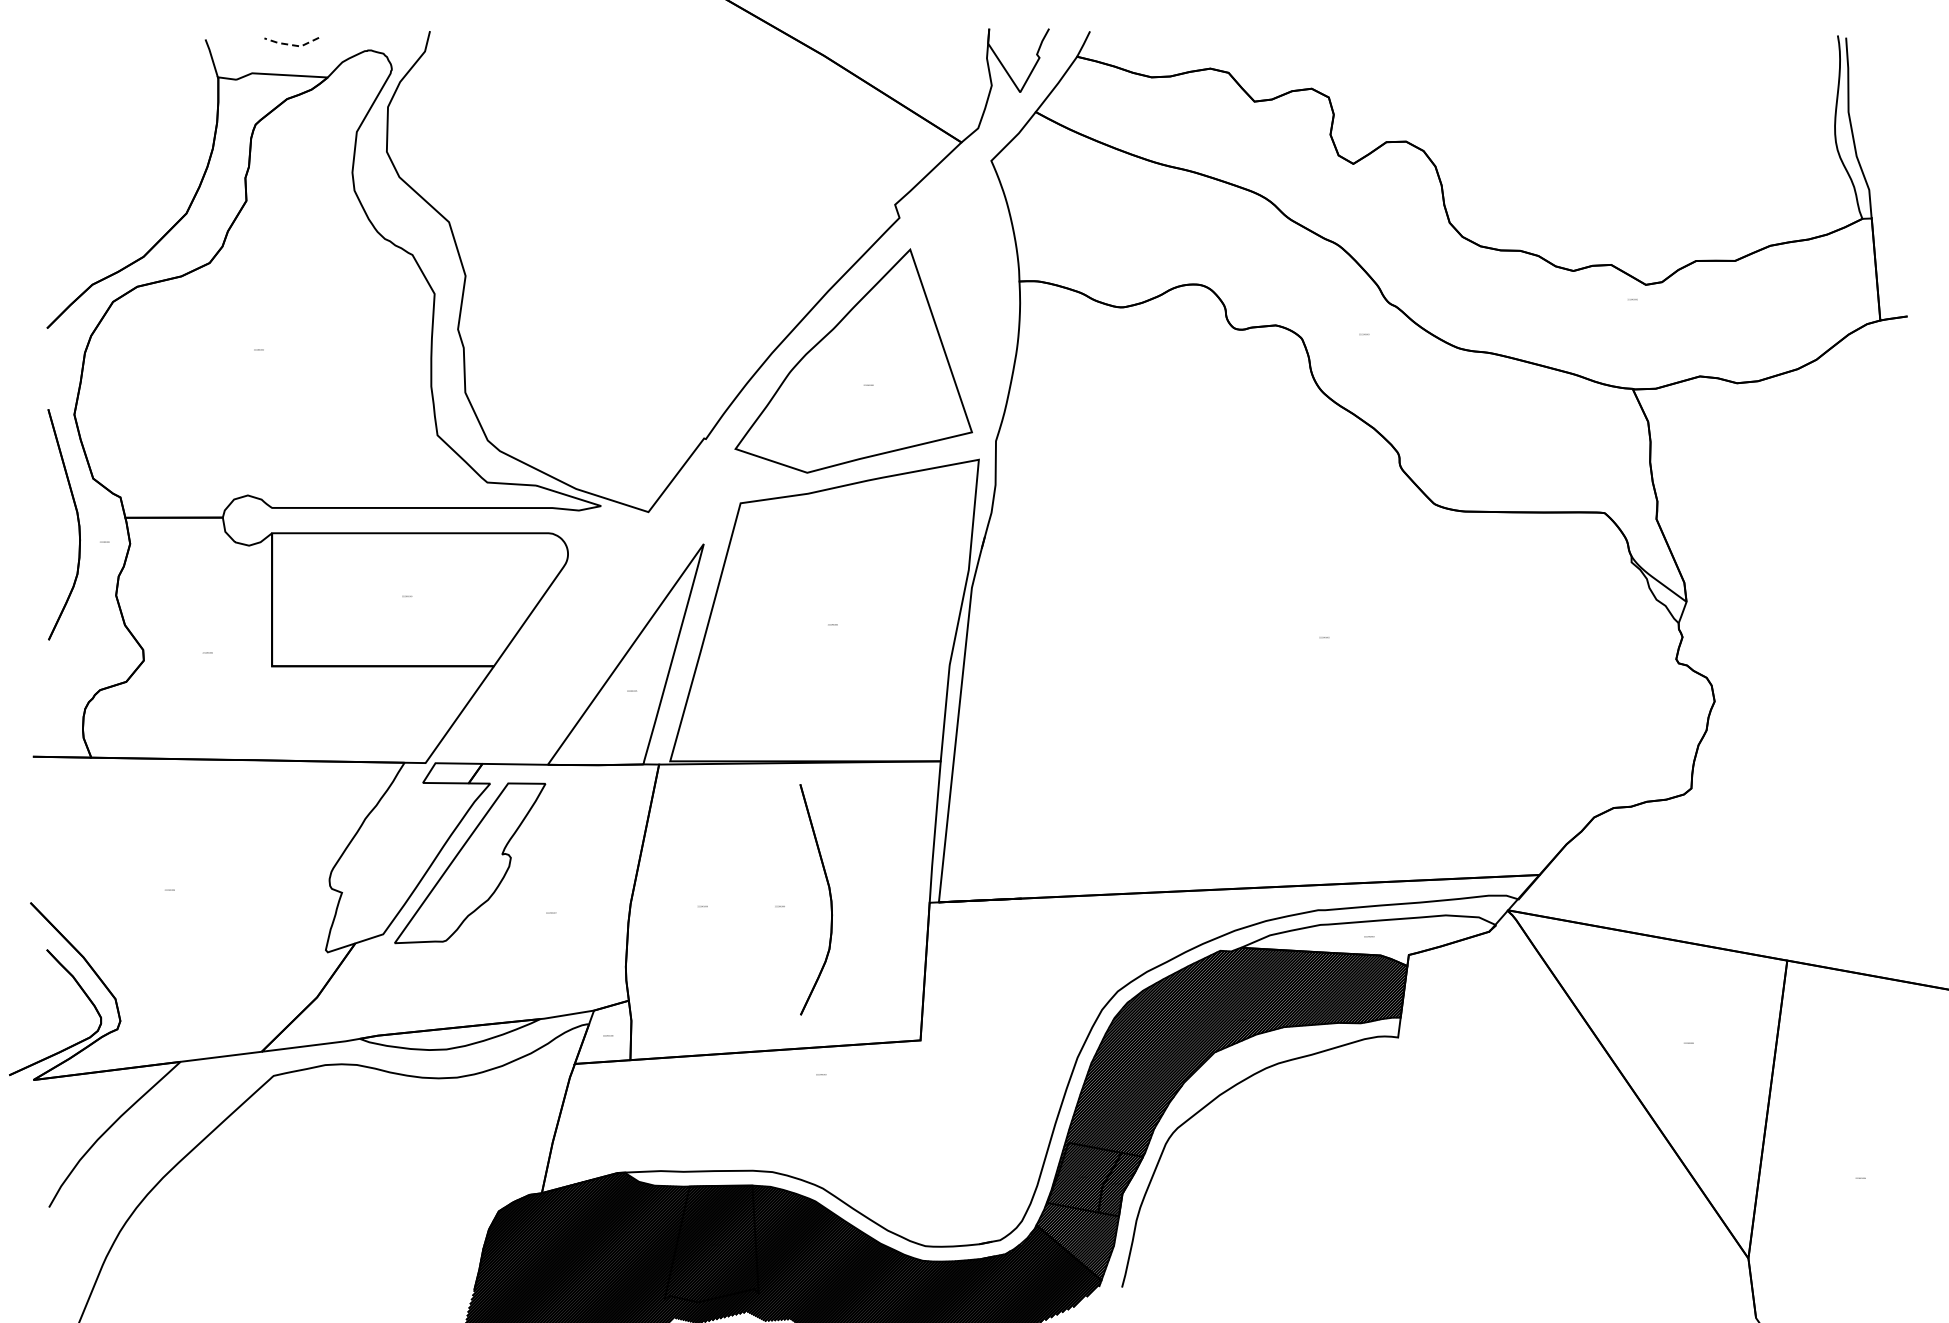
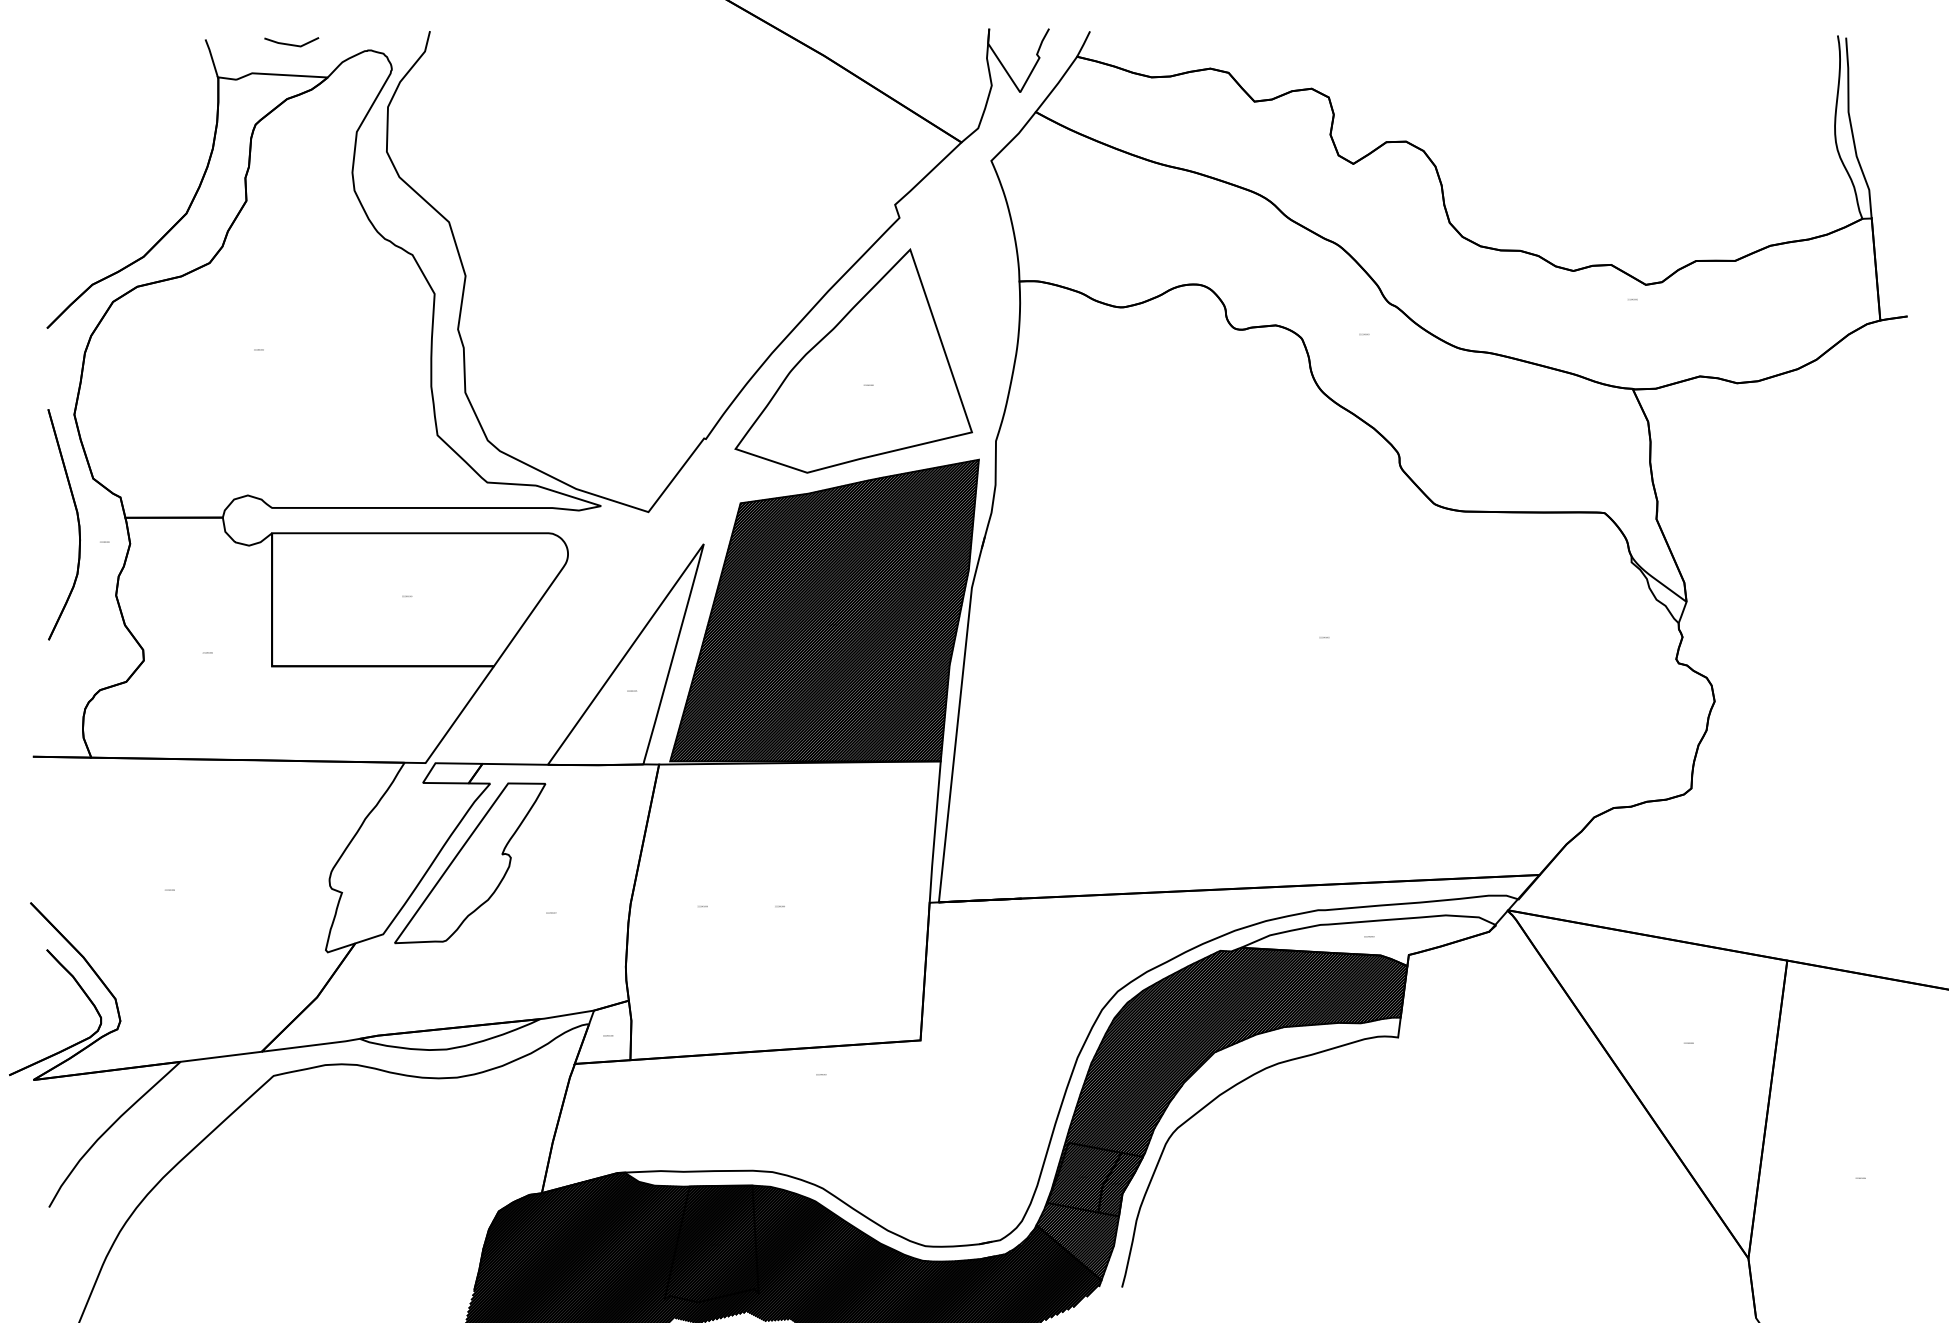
line at (291, 45): dashed -> solid
hatch at (824, 610): none -> present
part at (829, 897): present -> none
